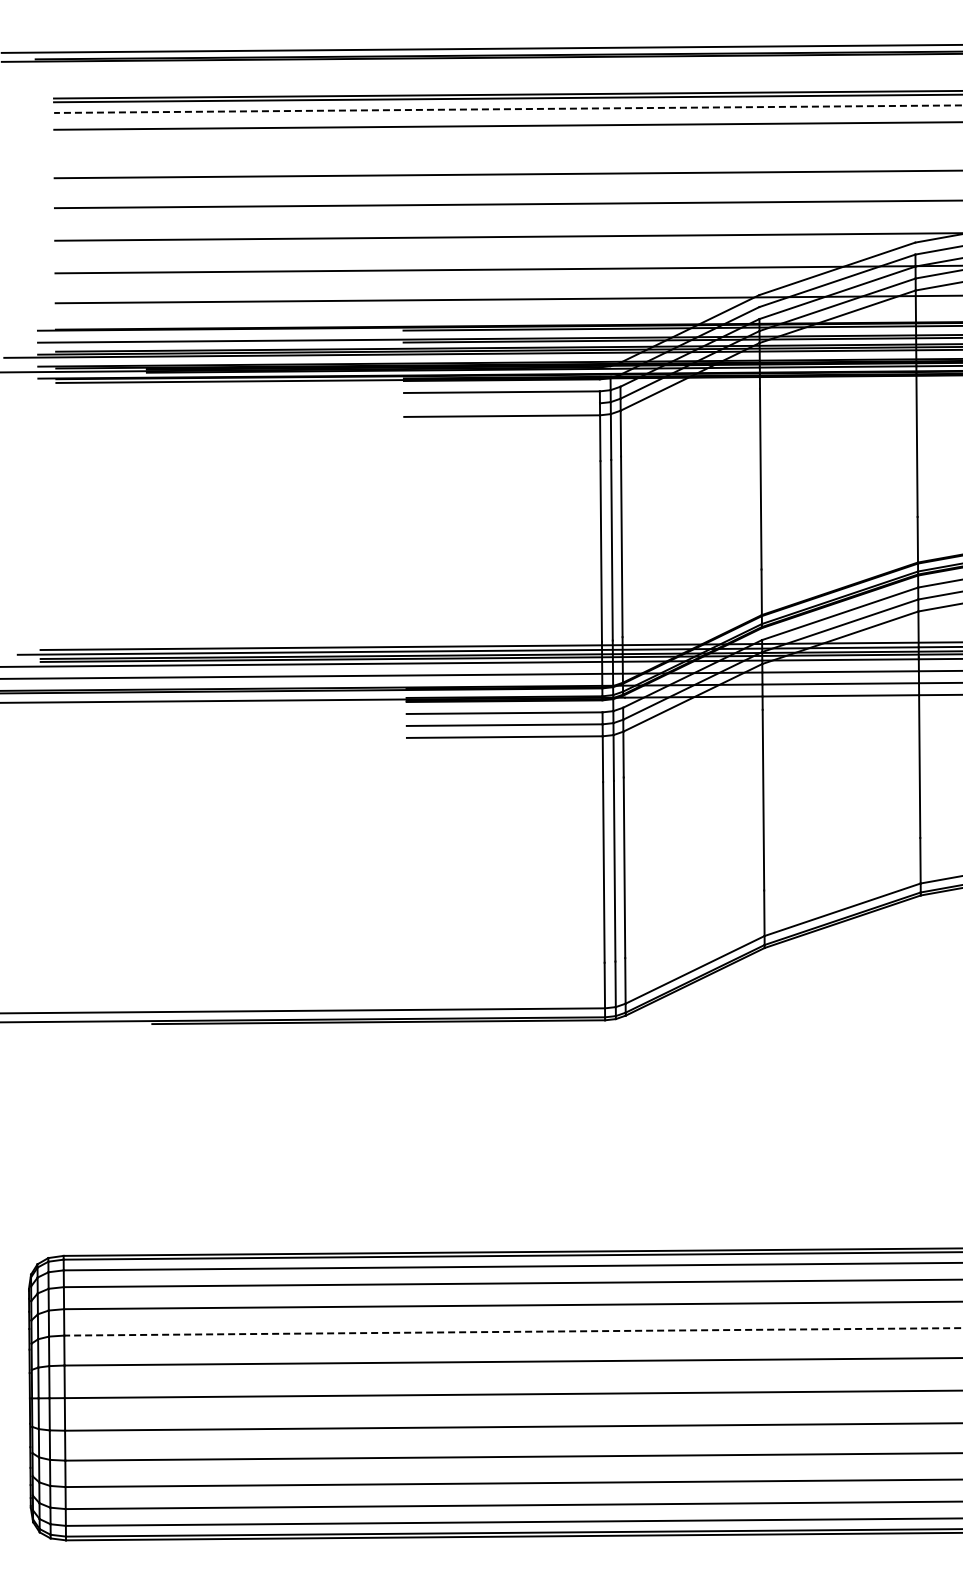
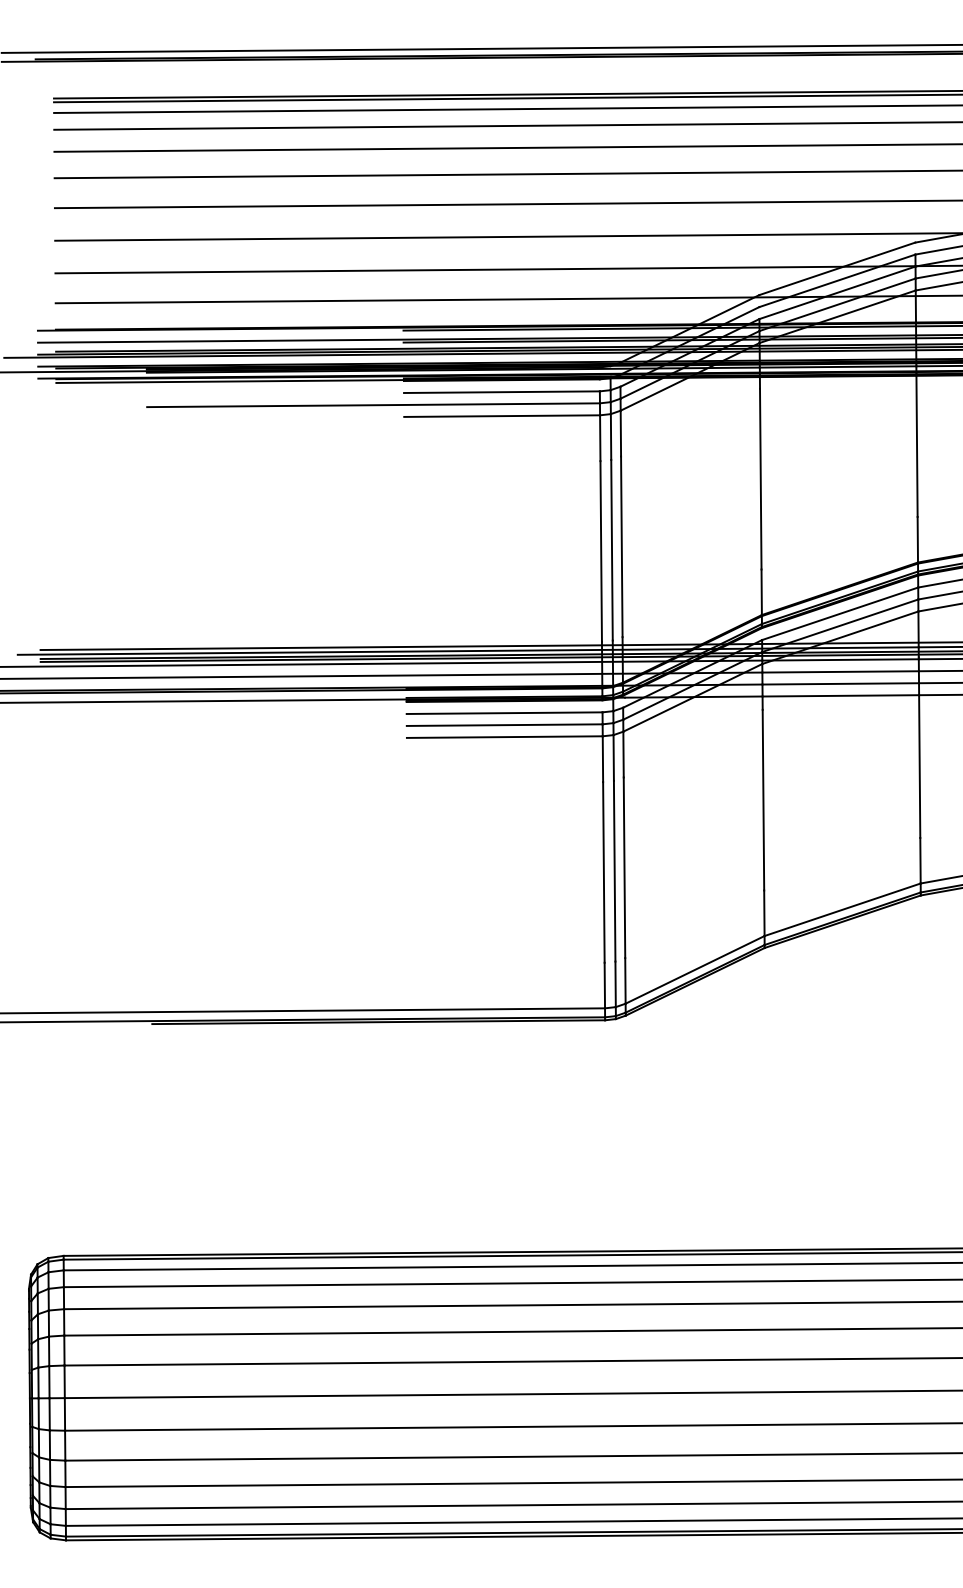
line at (508, 109): dashed -> solid
line at (506, 147): none -> present
line at (373, 405): none -> present
line at (513, 1331): dashed -> solid
